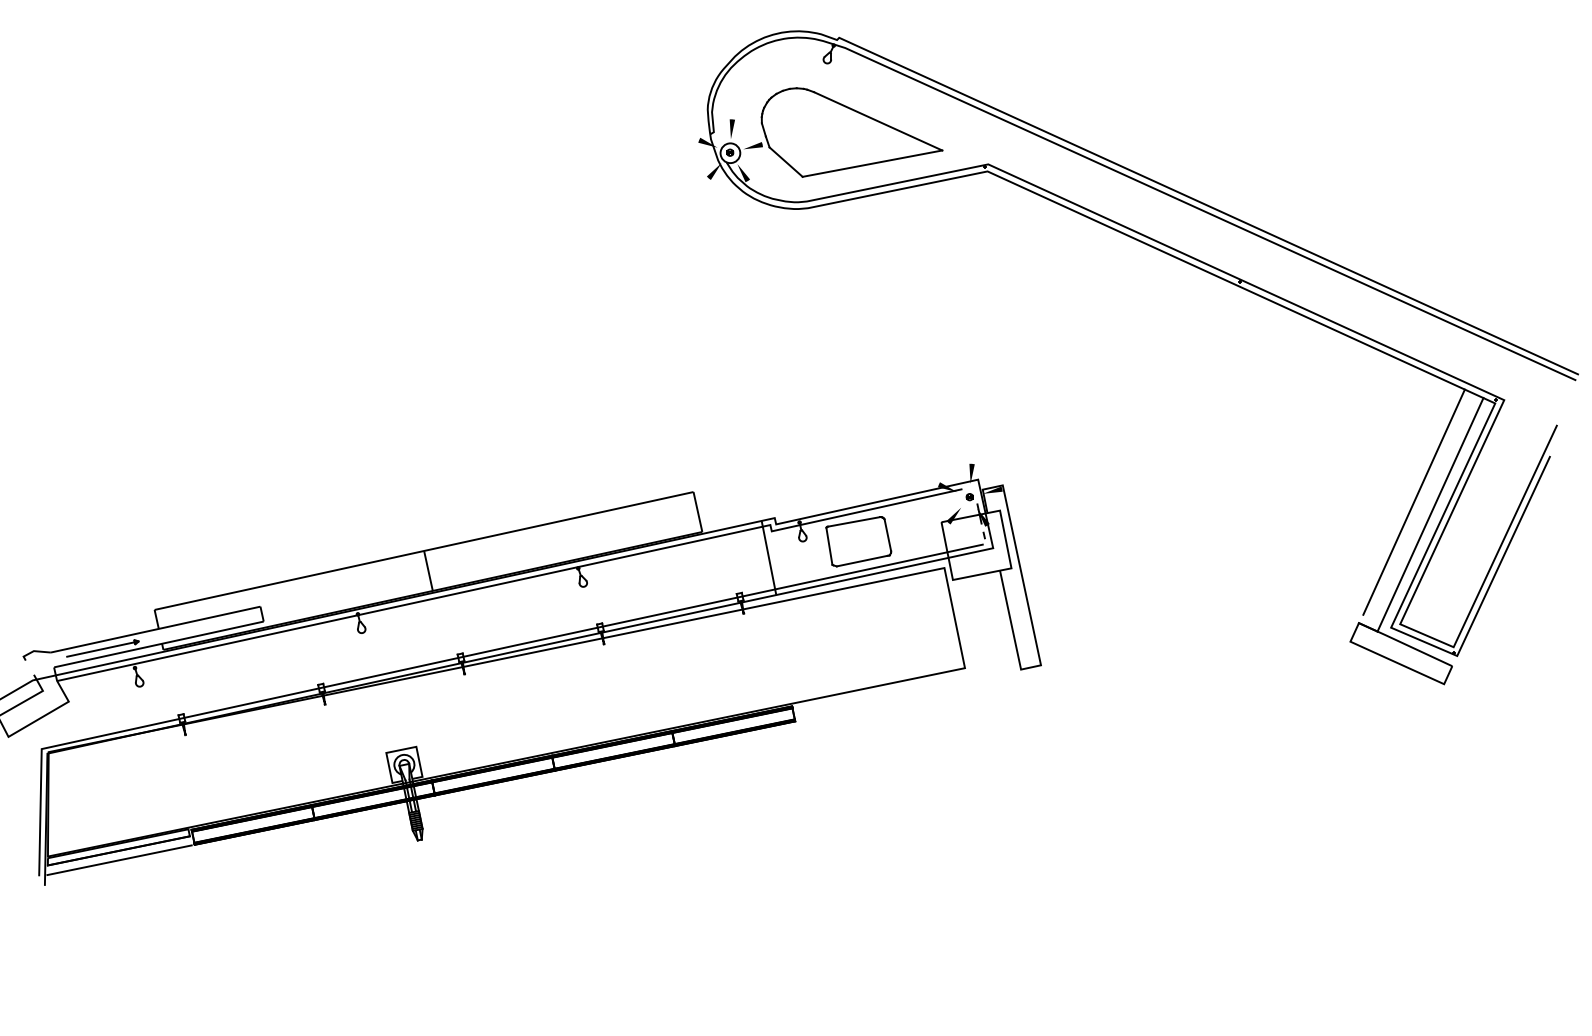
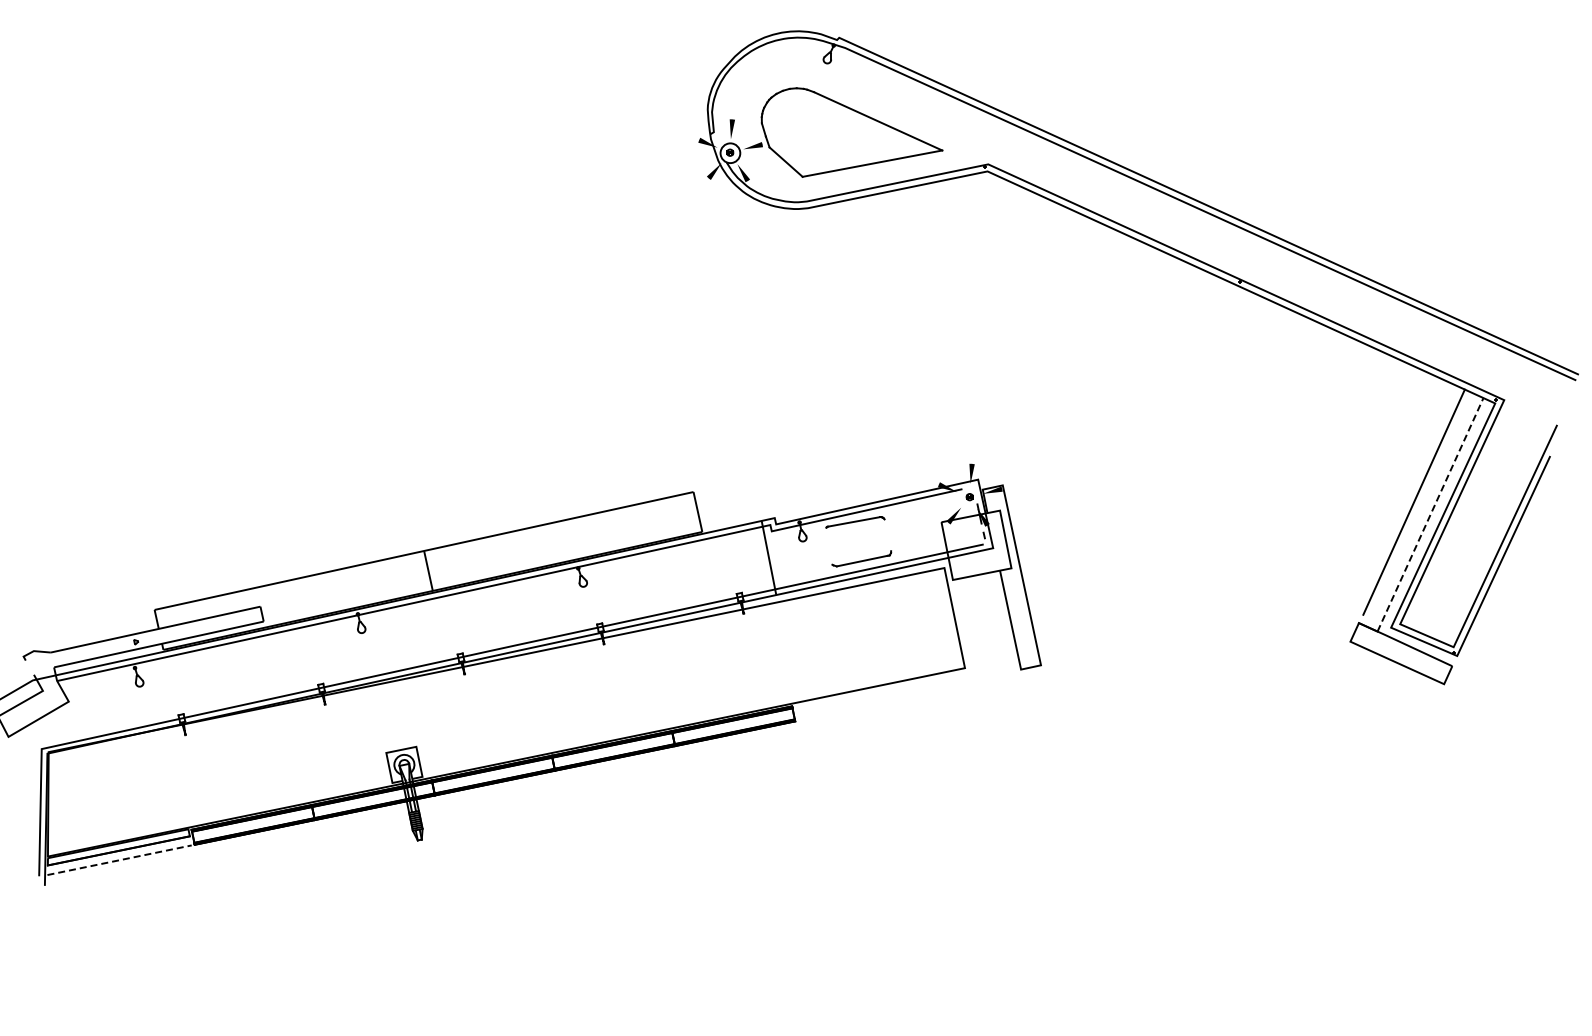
line at (1430, 514): solid -> dashed
line at (887, 535): present -> none
line at (829, 546): present -> none
line at (102, 648): present -> none
line at (119, 860): solid -> dashed
